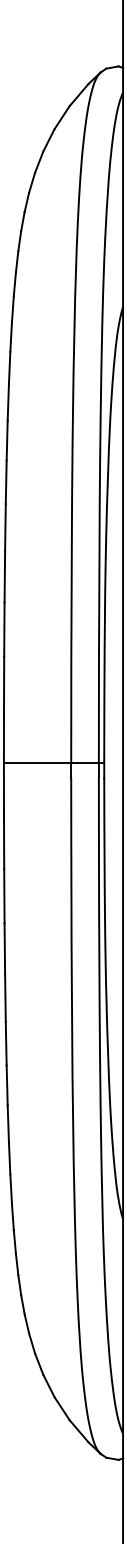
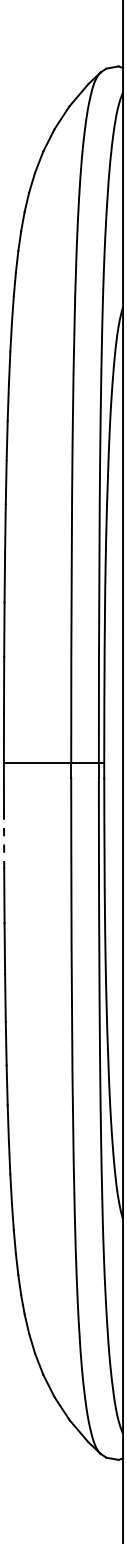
line at (4, 840): solid -> dashed
